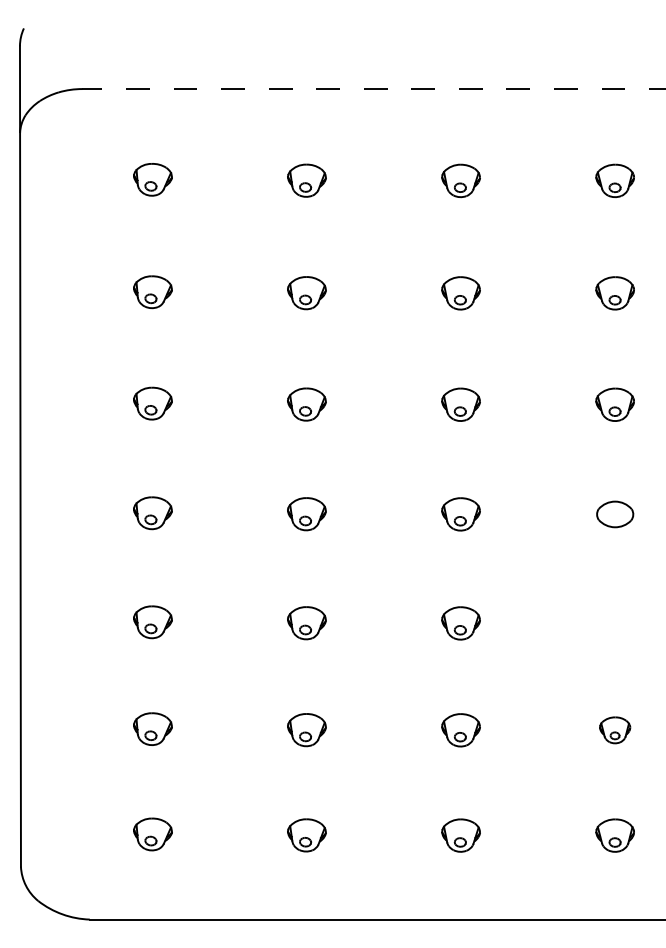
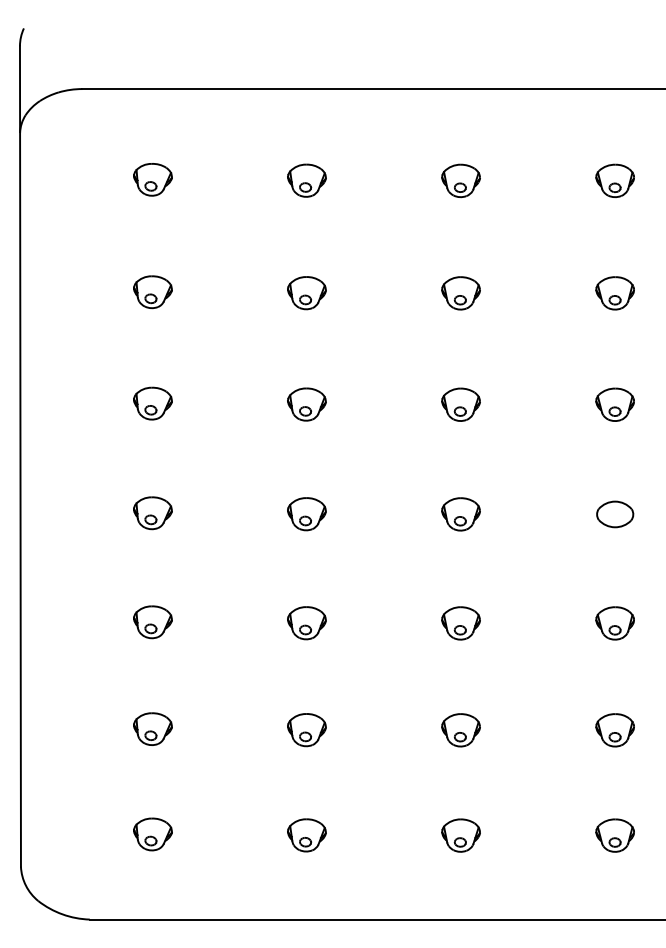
line at (373, 89): dashed -> solid
part at (614, 623): none -> present
part at (615, 730) size: 33x29 px -> 40x35 px
